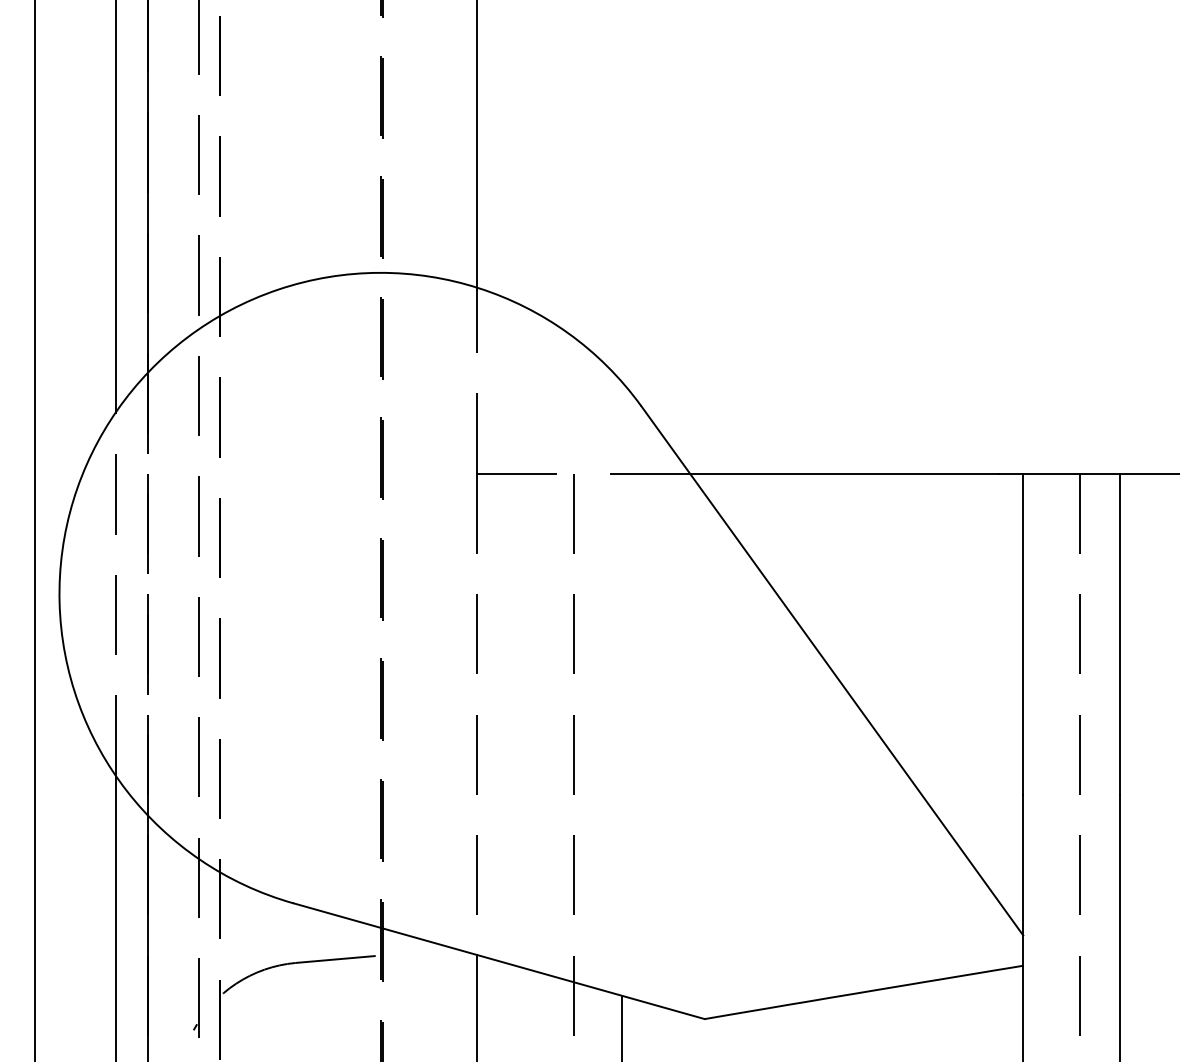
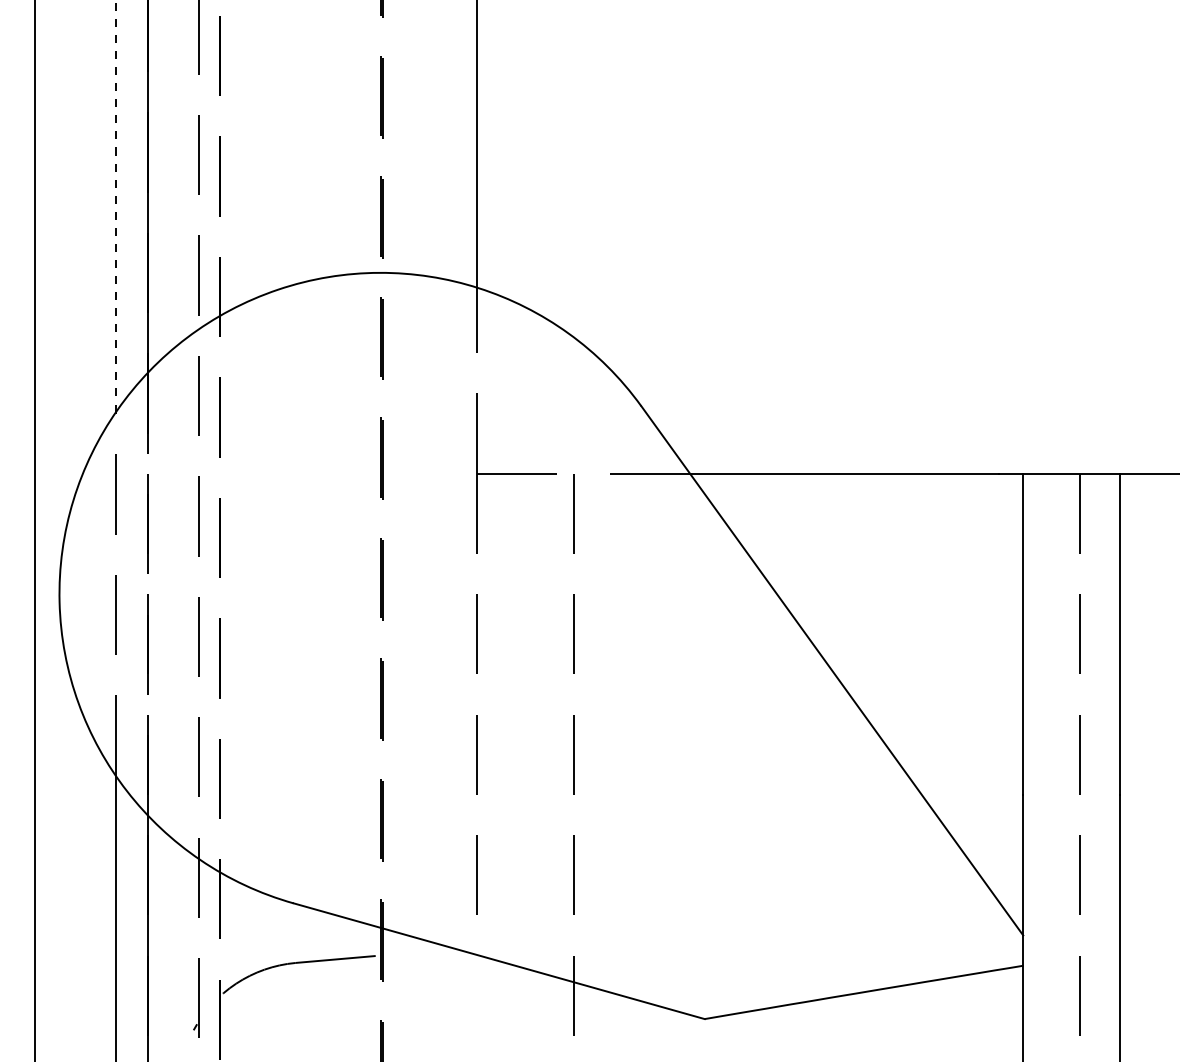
line at (115, 205): solid -> dashed
line at (477, 1006): present -> none
line at (621, 1026): present -> none
